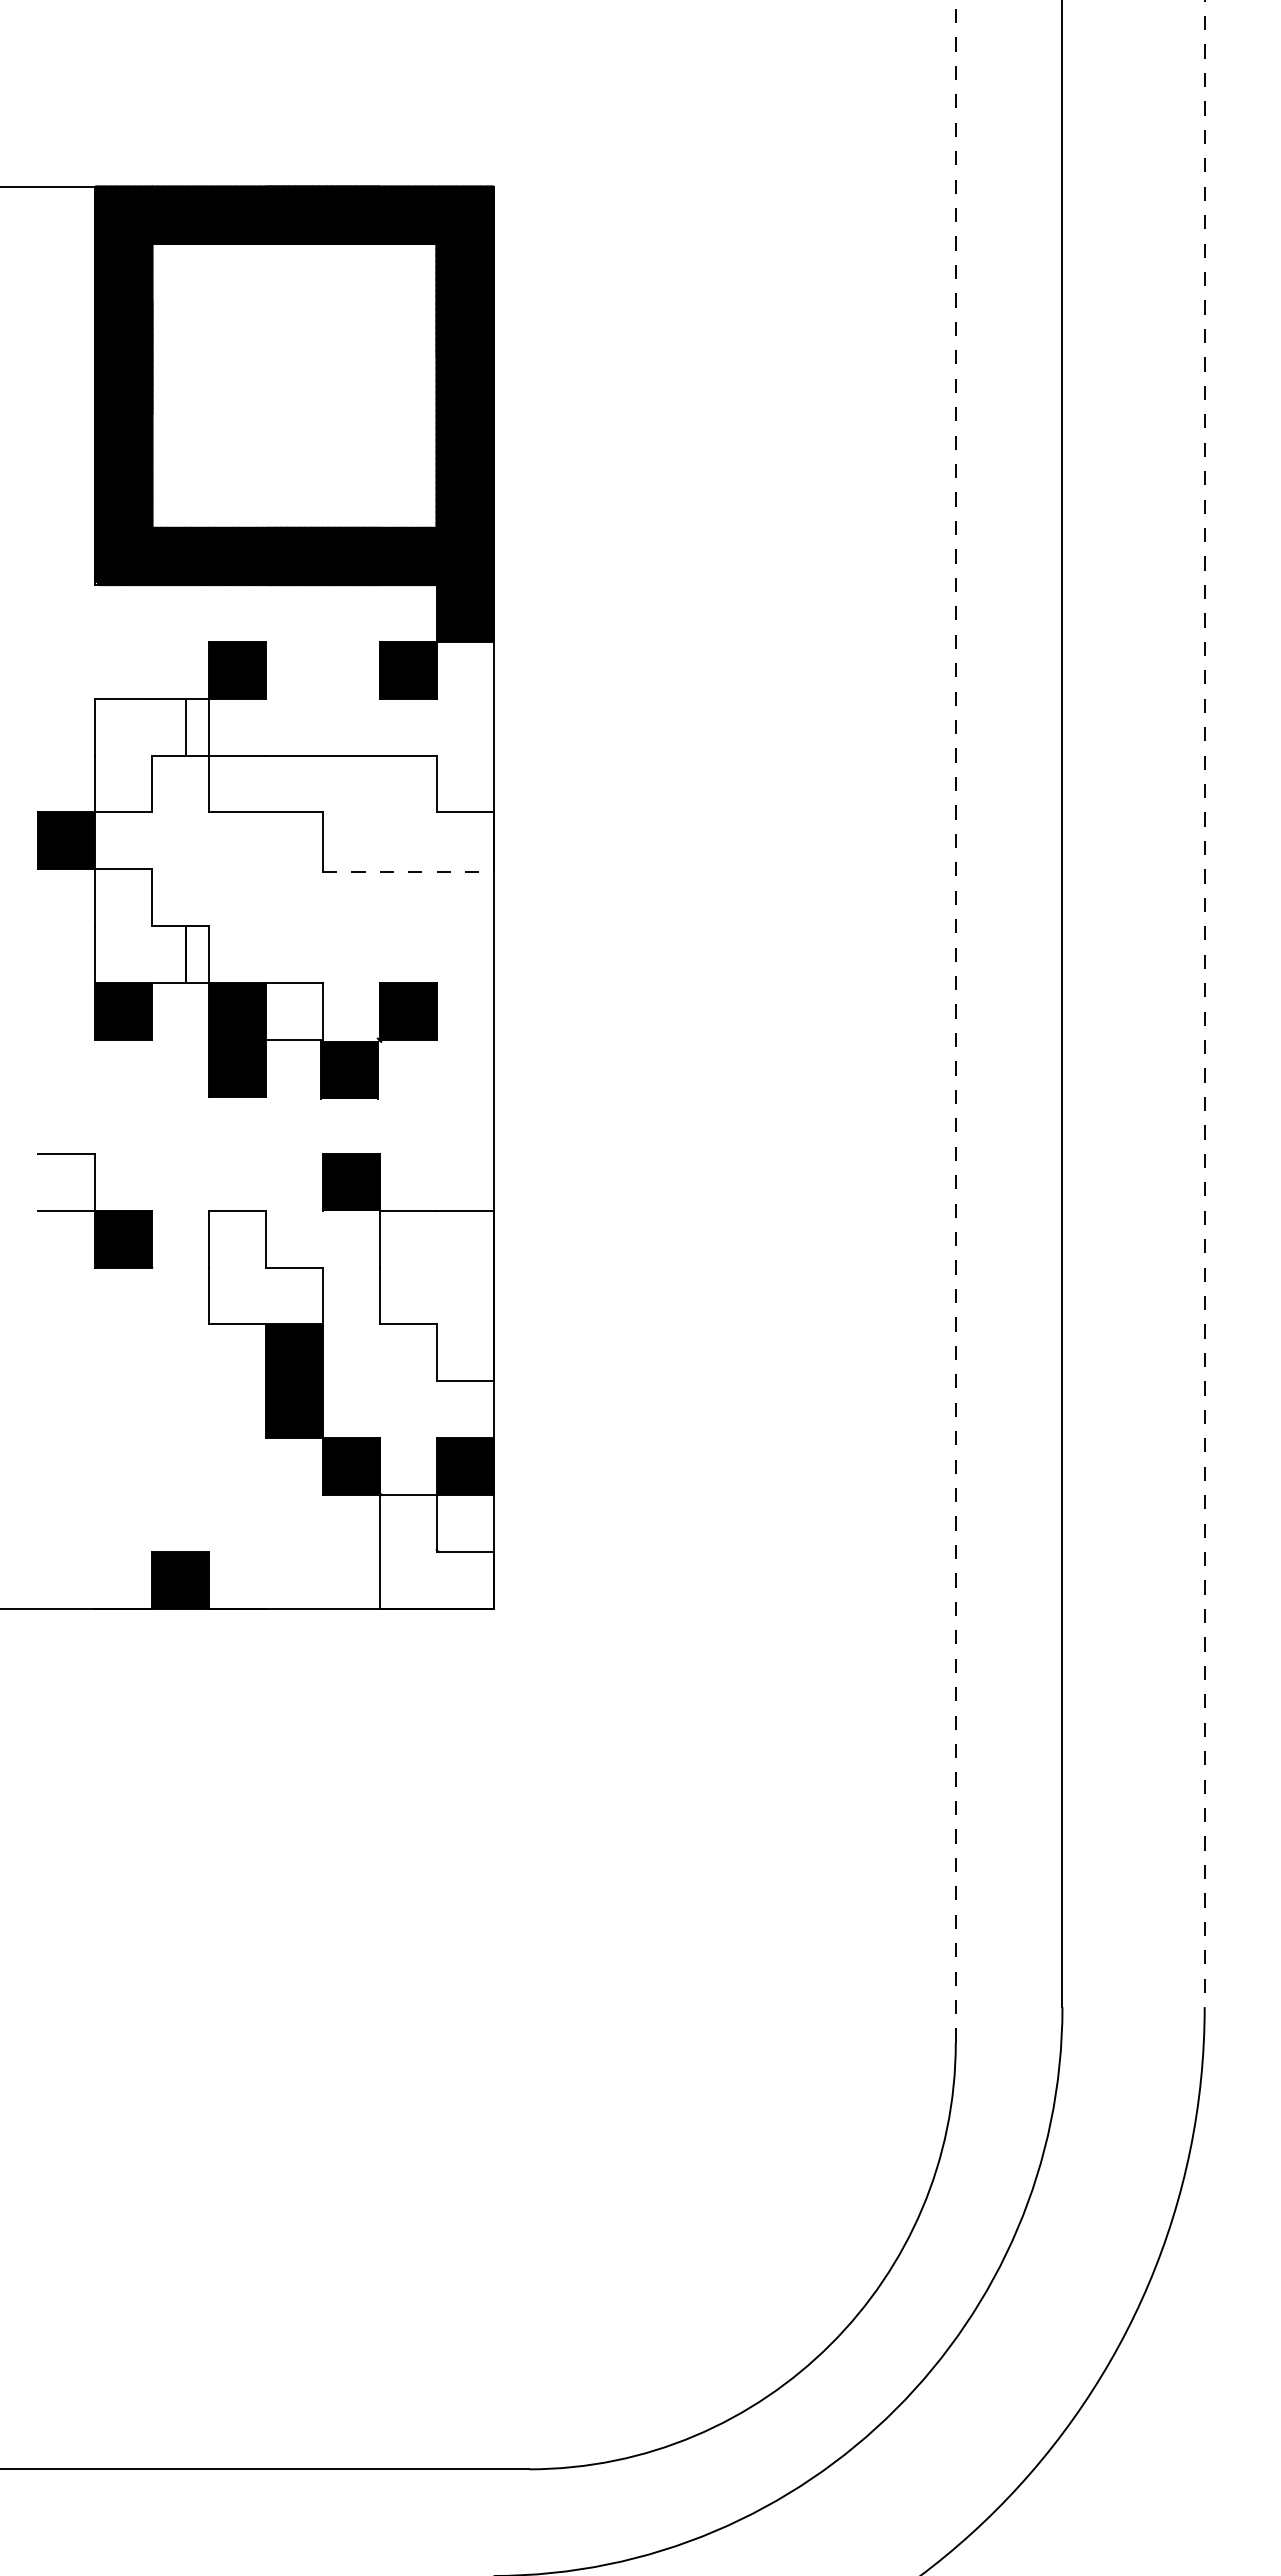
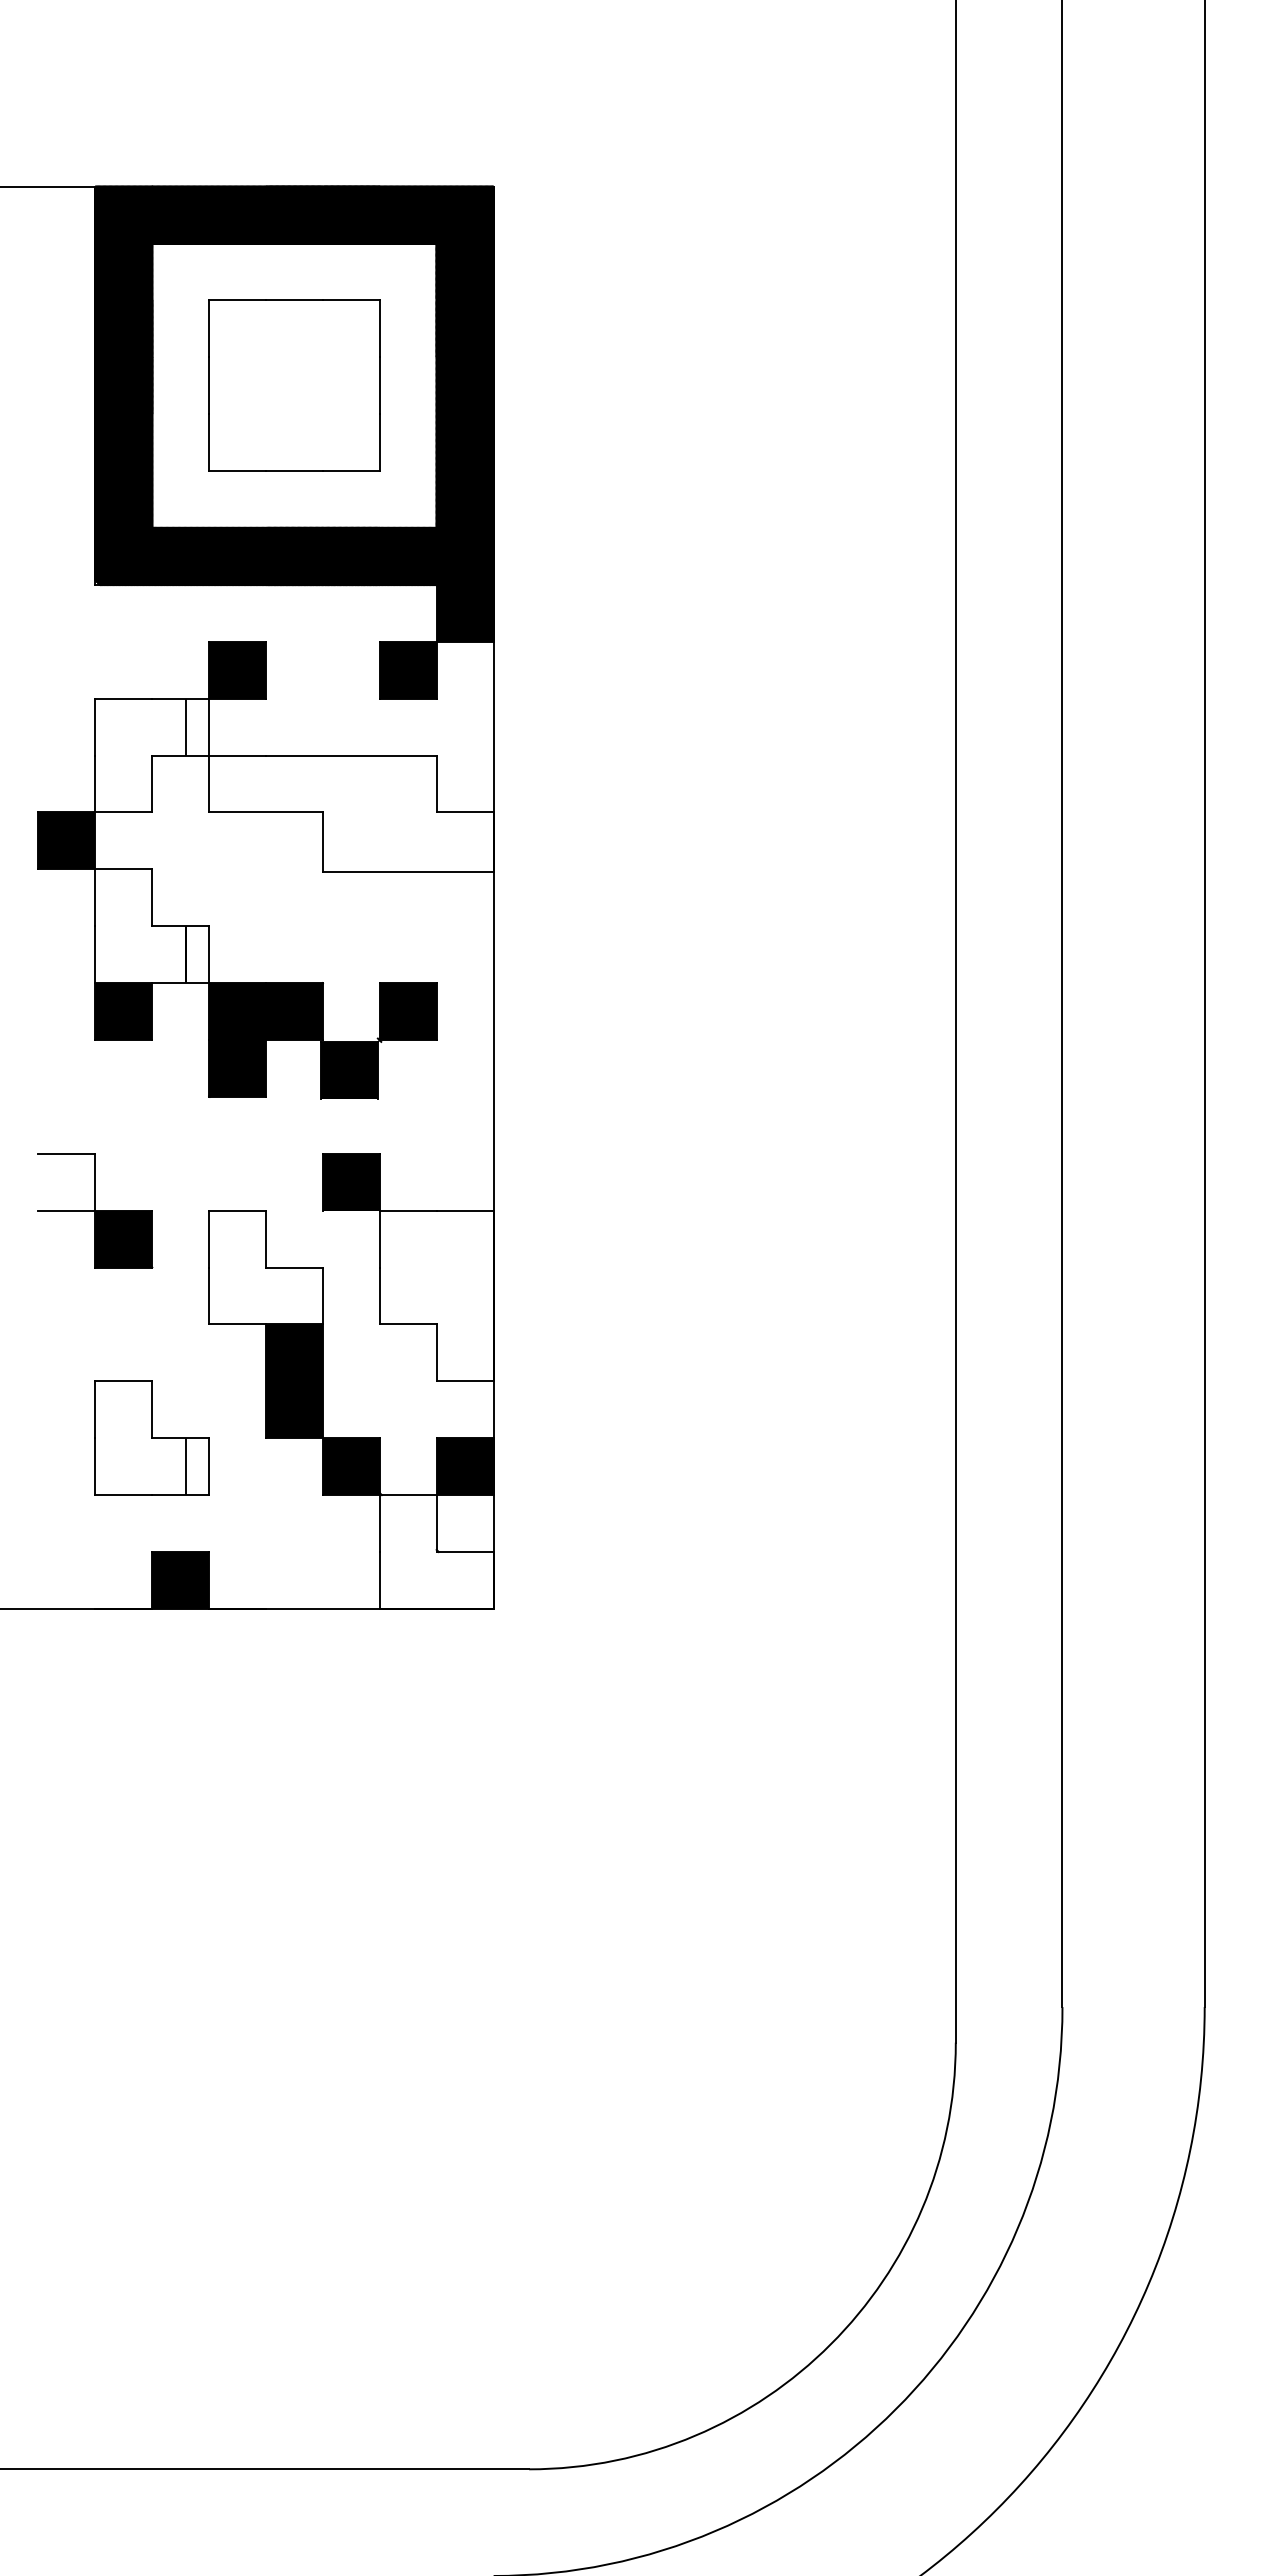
part at (294, 385): none -> present
line at (408, 871): dashed -> solid
line at (1204, 1004): dashed -> solid
fill at (294, 1011): none -> present
line at (955, 1021): dashed -> solid
part at (151, 1437): none -> present
